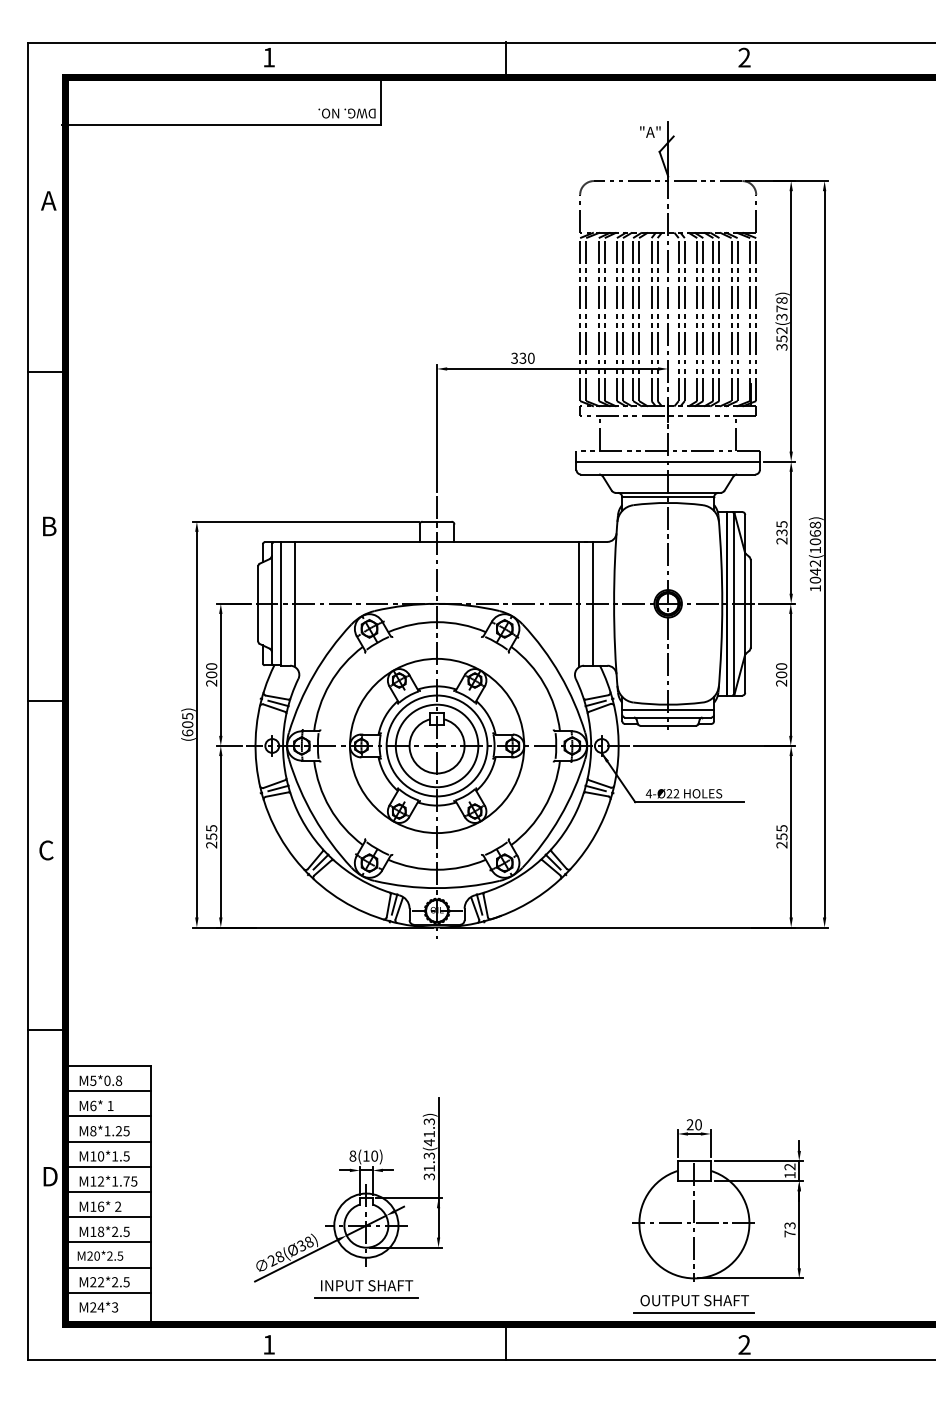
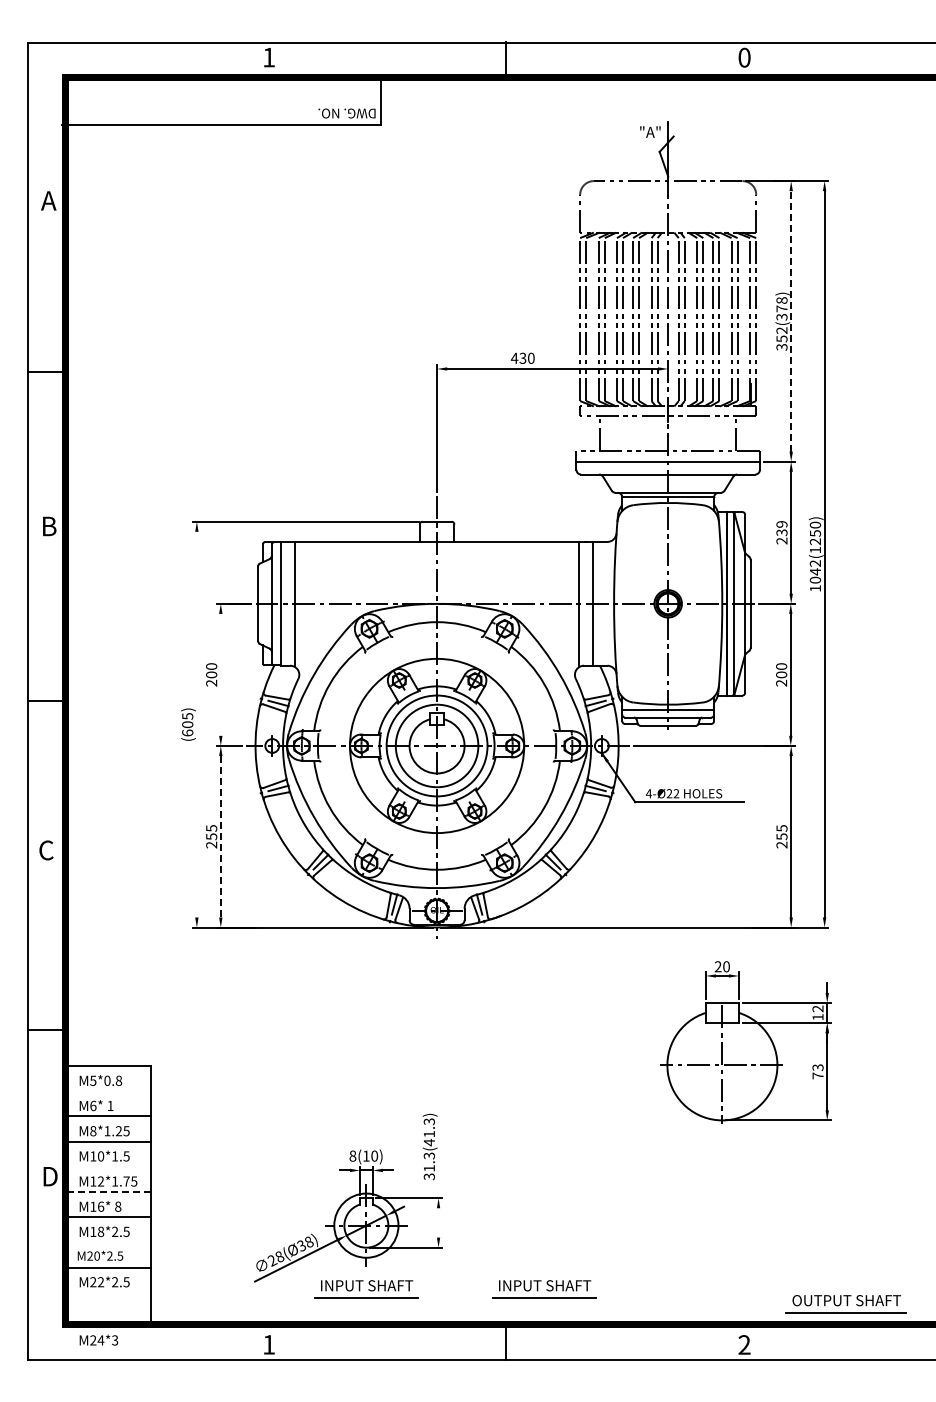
text at (744, 57): 2 -> 0
line at (791, 320): solid -> dashed
text at (514, 357): 330 -> 430
text at (781, 524): 235 -> 239
text at (815, 533): 1042(1068) -> 1042(1250)
line at (220, 674): present -> none
line at (196, 724): present -> none
line at (220, 836): solid -> dashed
line at (107, 1091): present -> none
line at (107, 1166): present -> none
line at (438, 1167): present -> none
line at (107, 1191): solid -> dashed
part at (717, 1200) position: (717, 1200) -> (745, 1042)
text at (118, 1206): 2 -> 8
line at (107, 1242): present -> none
part at (544, 1289): none -> present
line at (107, 1292): present -> none
part at (693, 1304) position: (693, 1304) -> (845, 1304)
text at (98, 1306) position: (98, 1306) -> (98, 1339)
